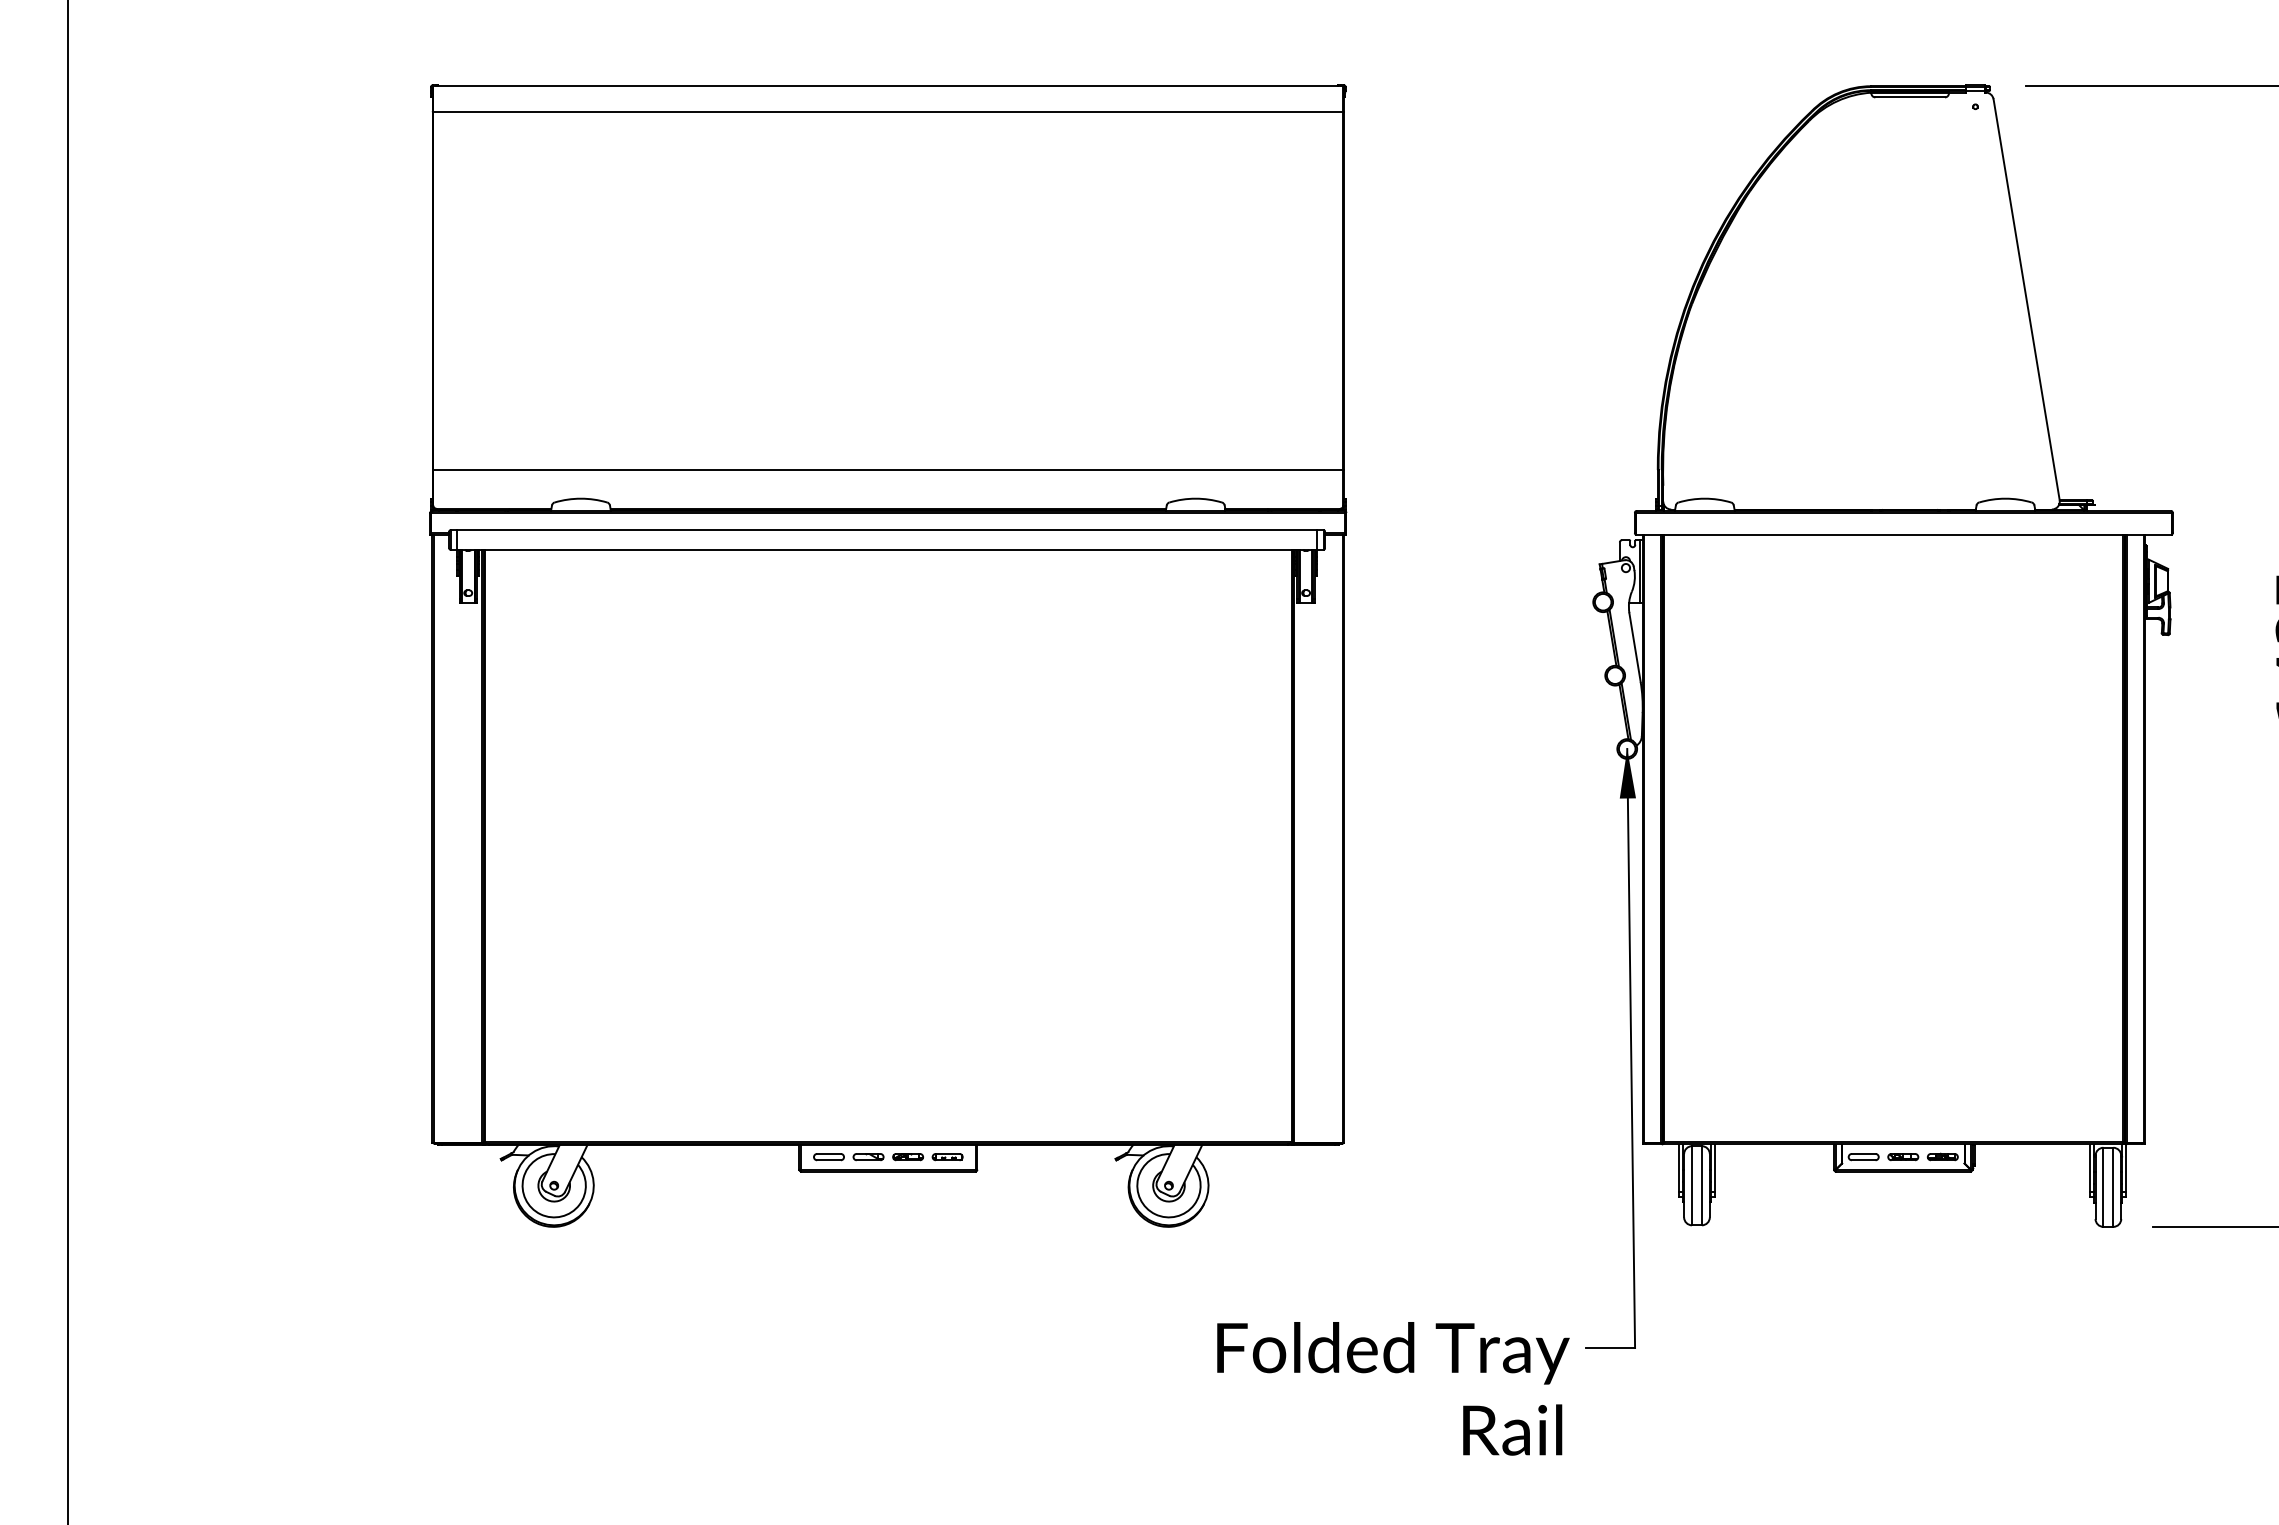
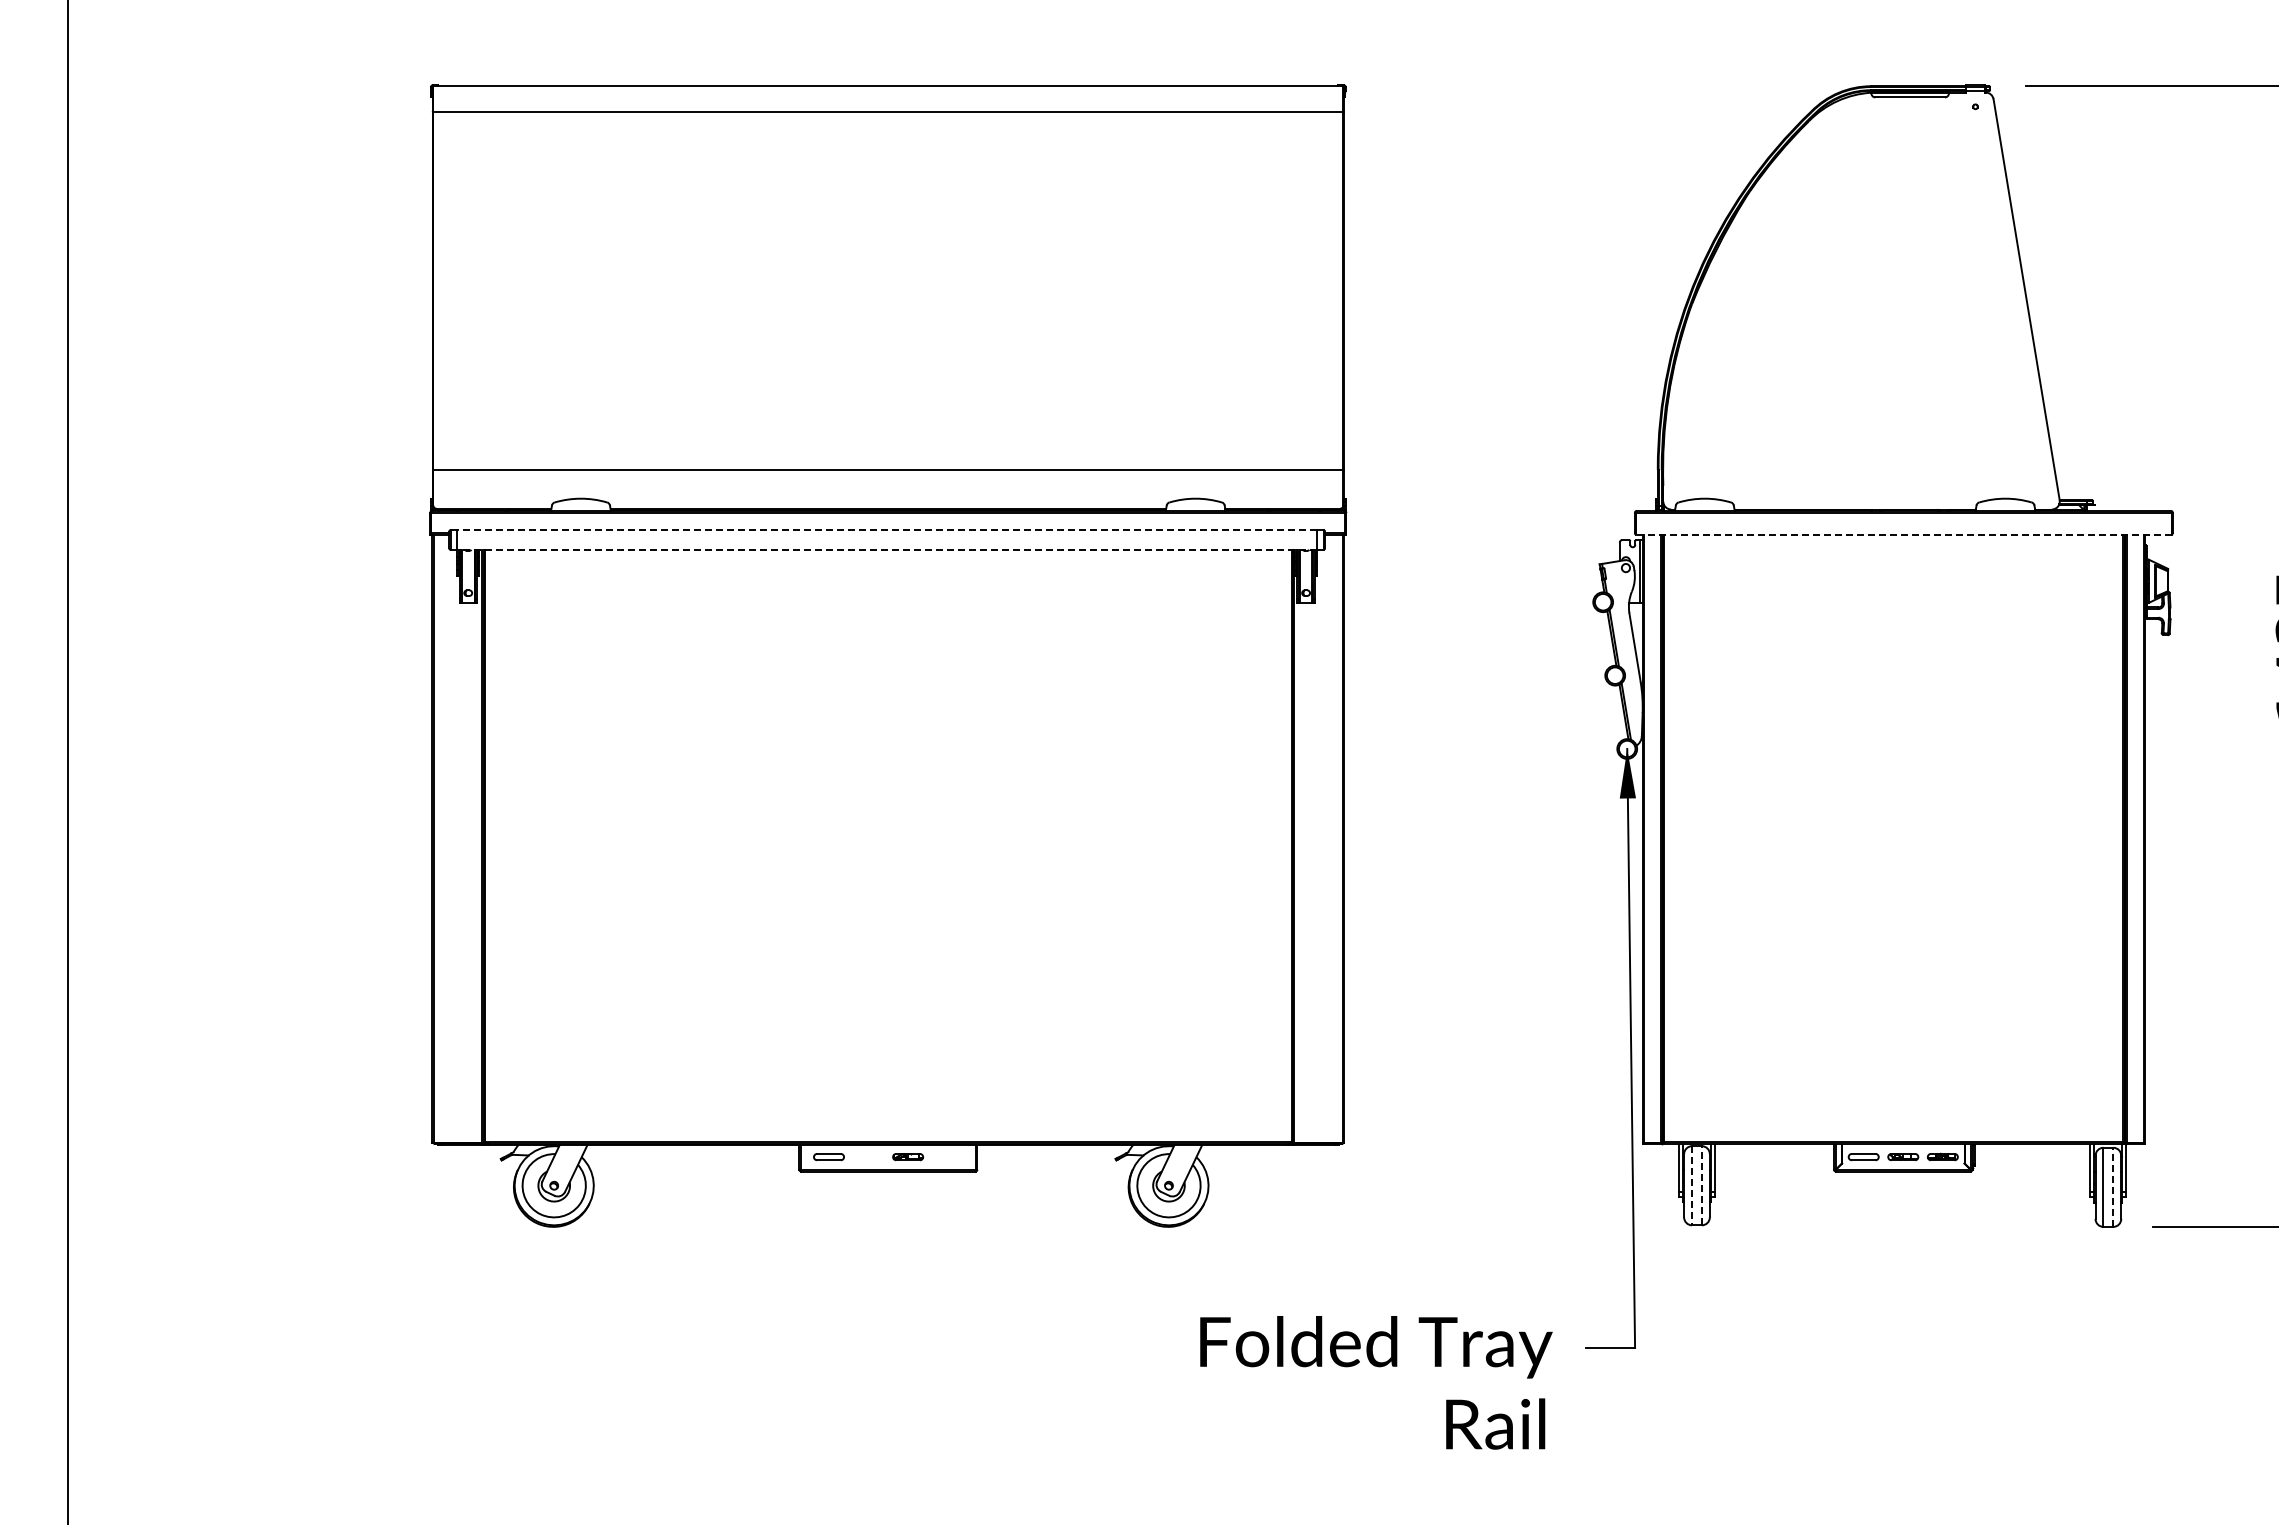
line at (886, 530): solid -> dashed
line at (1903, 534): solid -> dashed
line at (886, 549): solid -> dashed
part at (868, 1157): present -> none
part at (947, 1157): present -> none
line at (1692, 1185): solid -> dashed
line at (1701, 1185): solid -> dashed
line at (2113, 1187): solid -> dashed
text at (1393, 1388) position: (1393, 1388) -> (1376, 1382)
